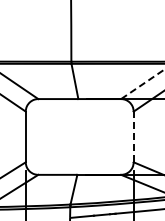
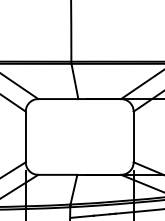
line at (143, 83): dashed -> solid
line at (133, 136): dashed -> solid
